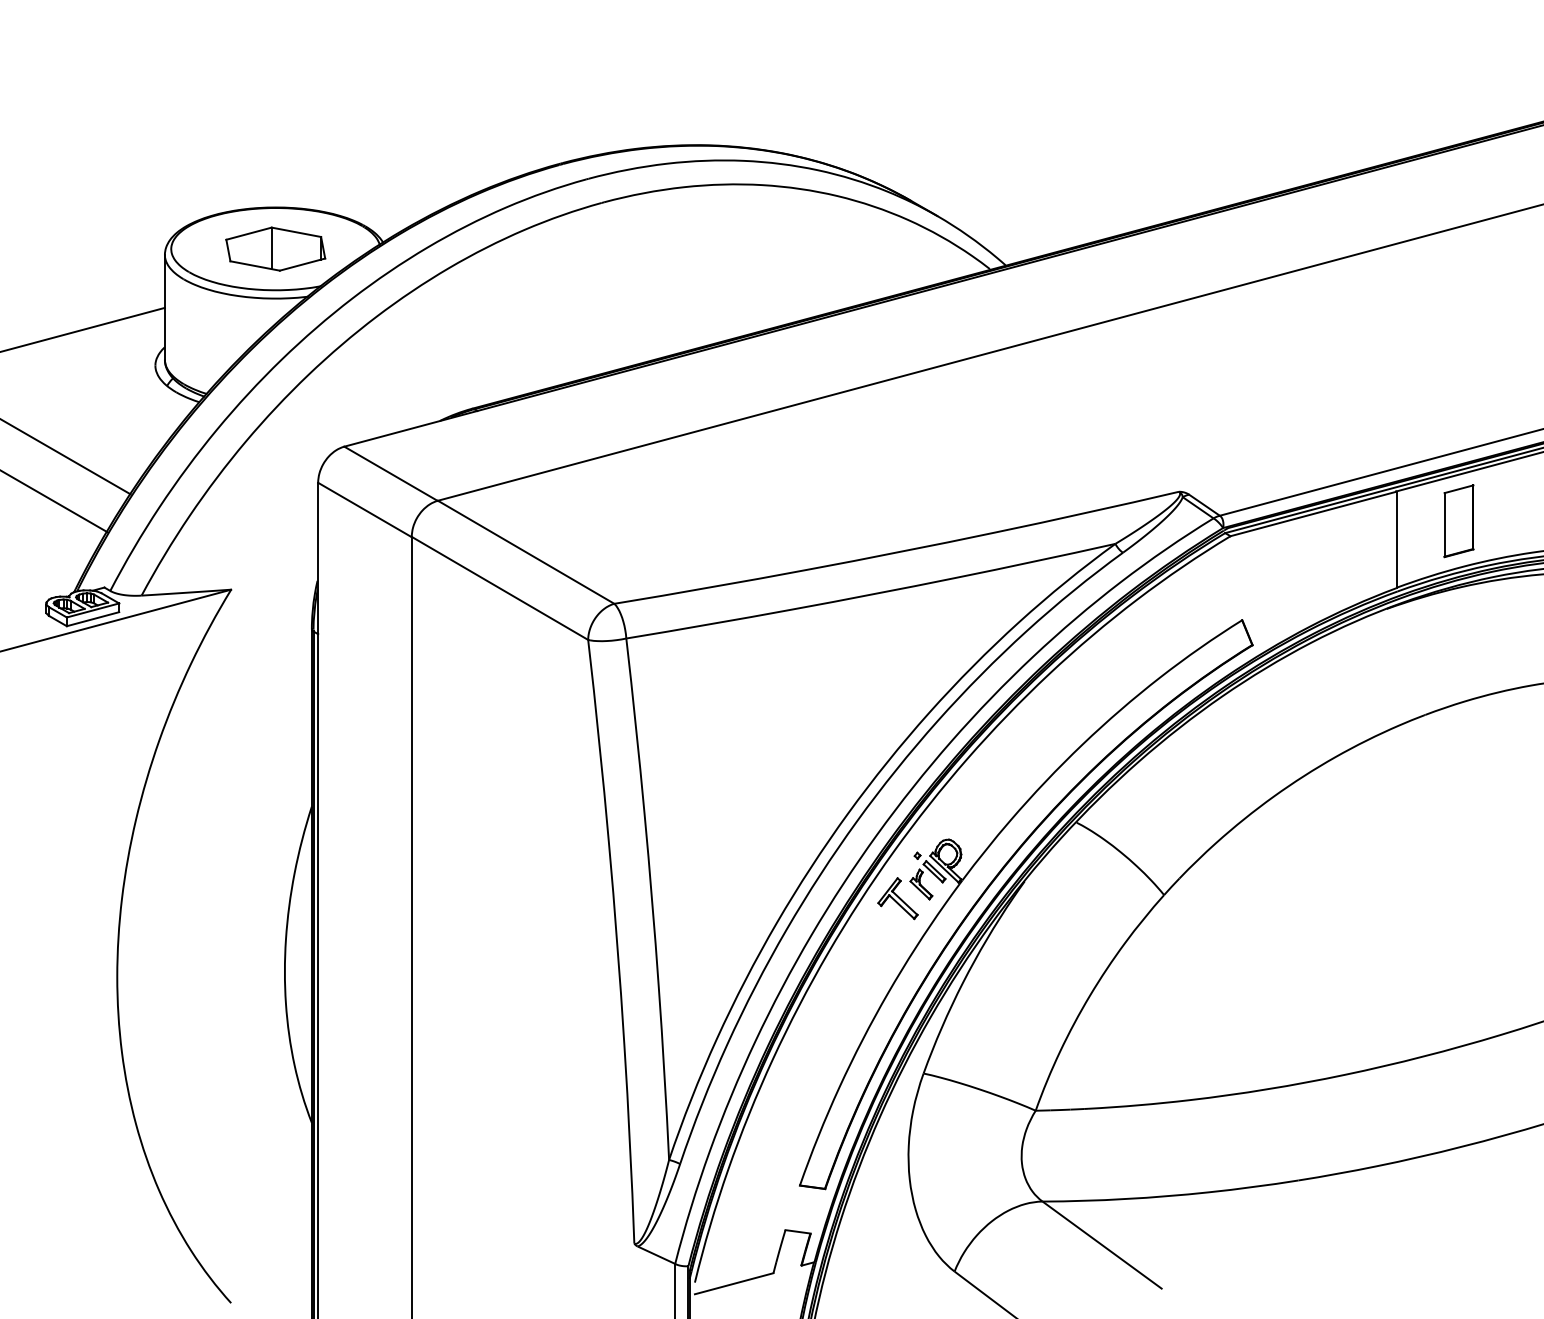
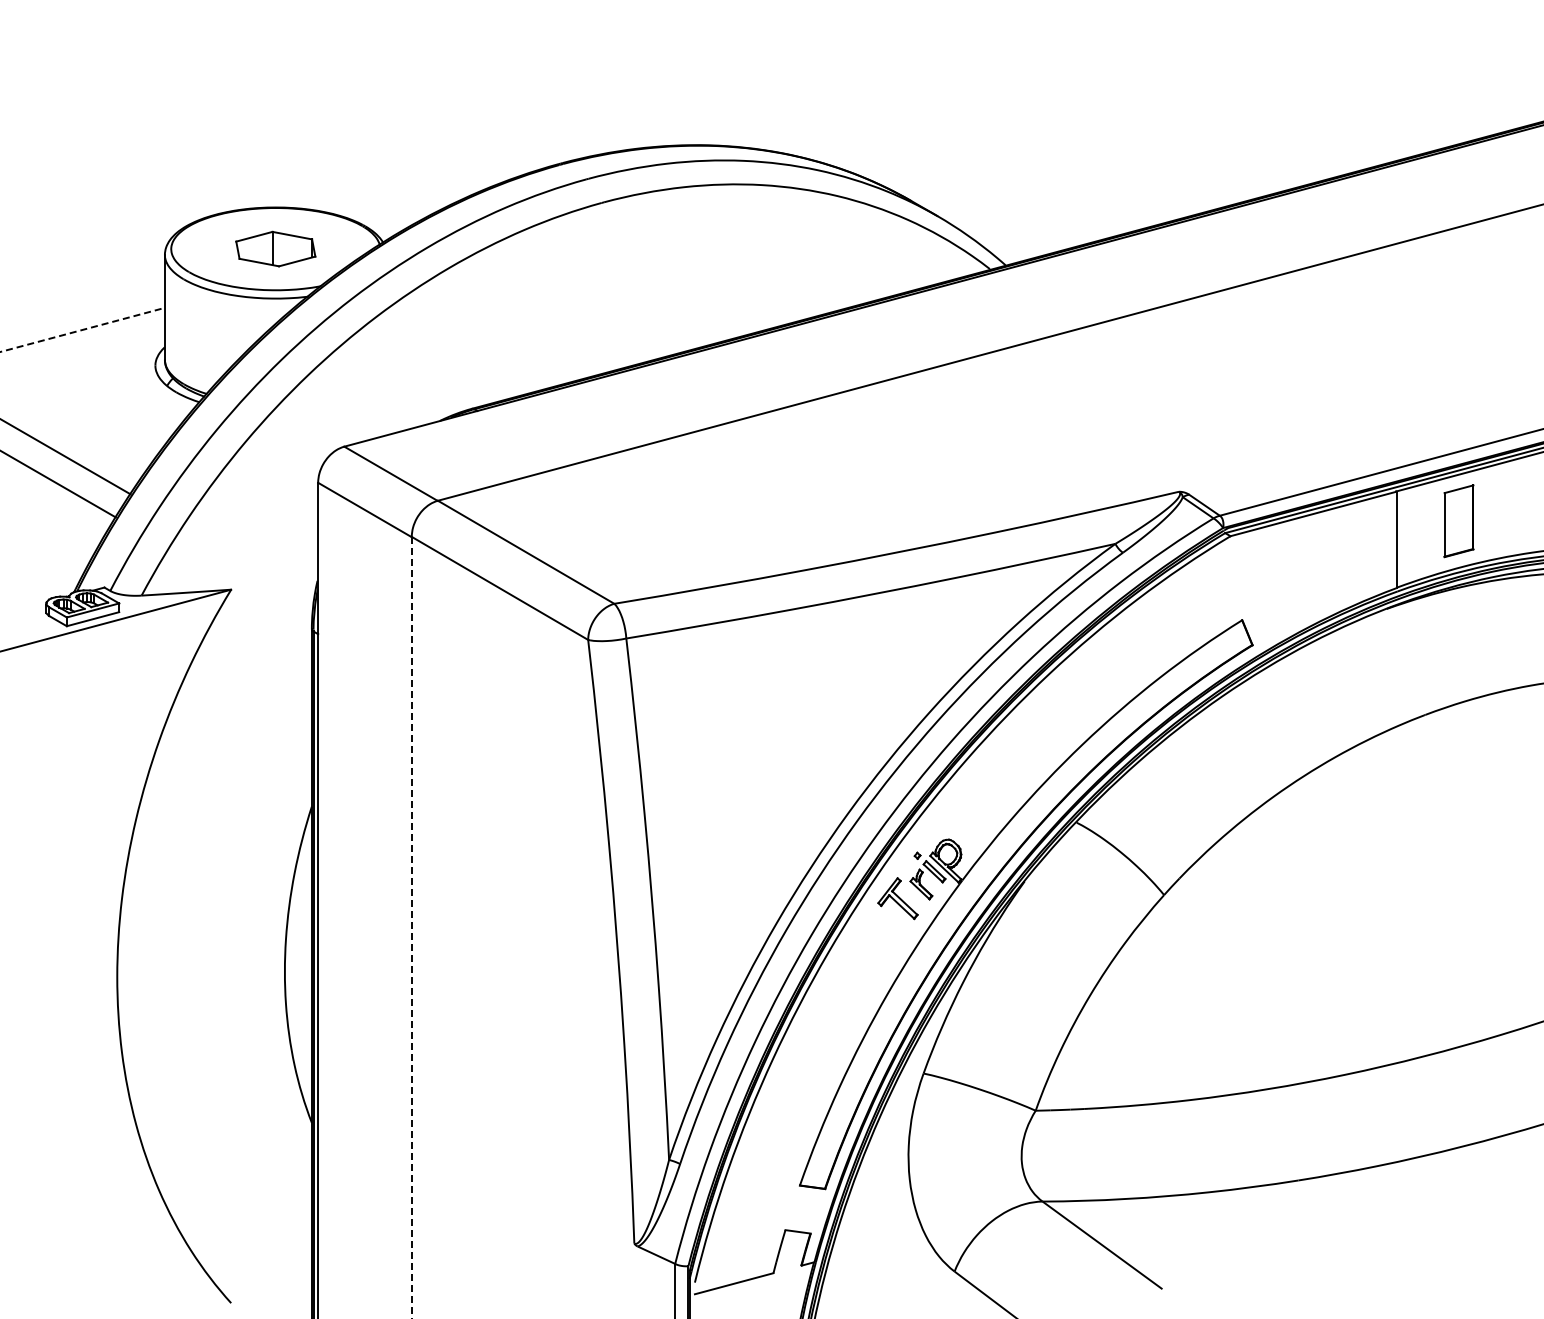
part at (275, 248) size: 102x46 px -> 82x38 px
line at (82, 329): solid -> dashed
line at (54, 501) position: (54, 501) -> (58, 484)
line at (411, 927): solid -> dashed
